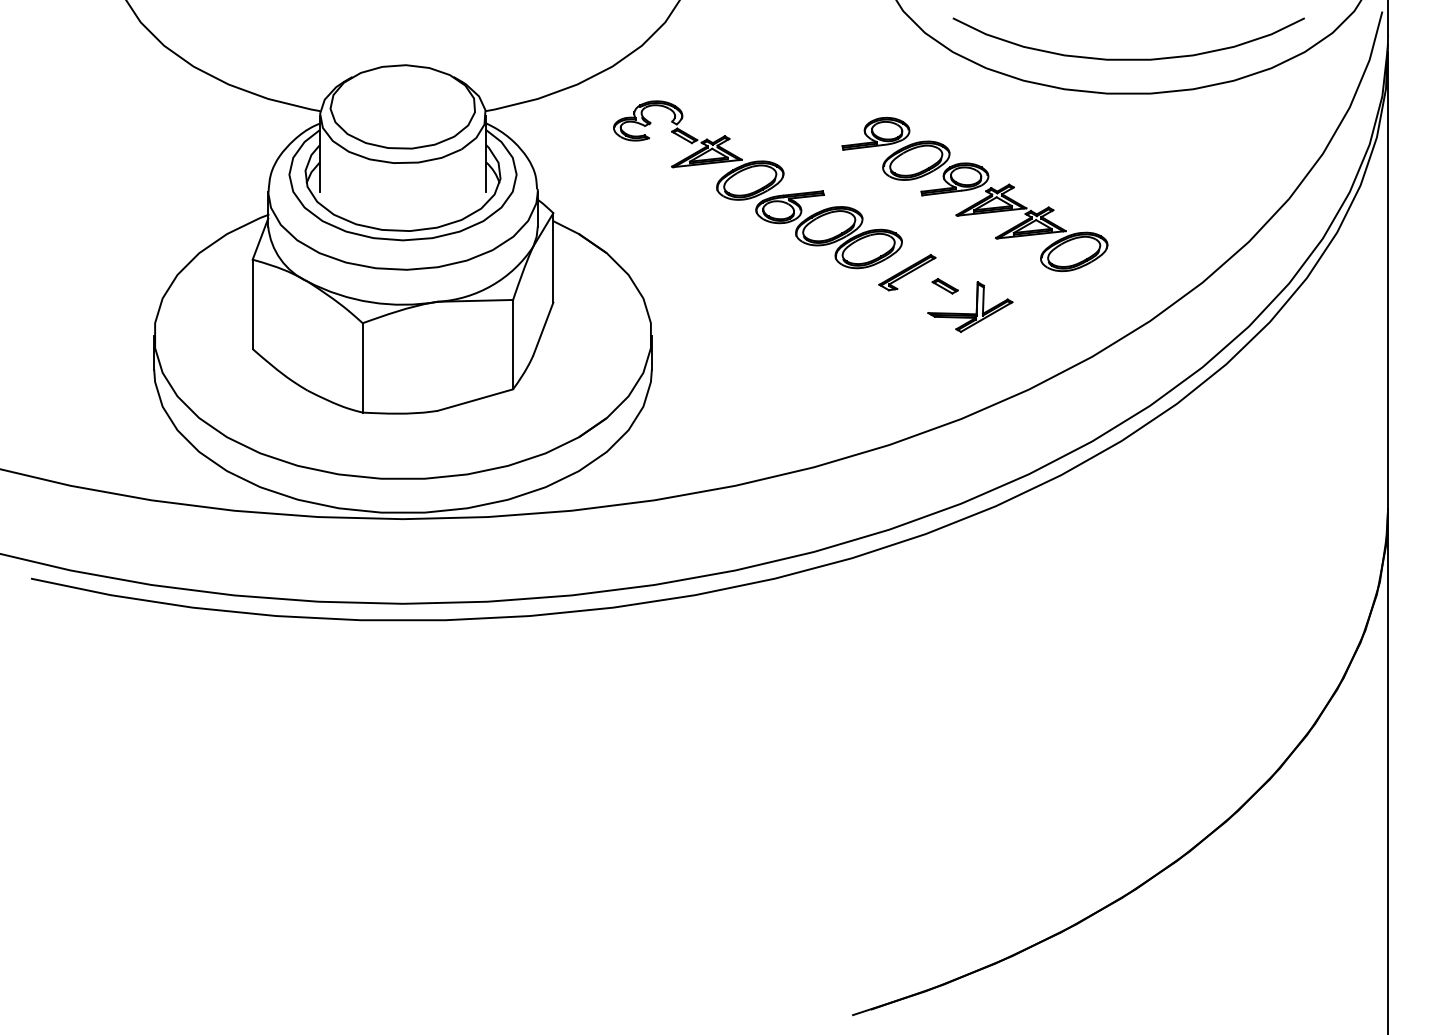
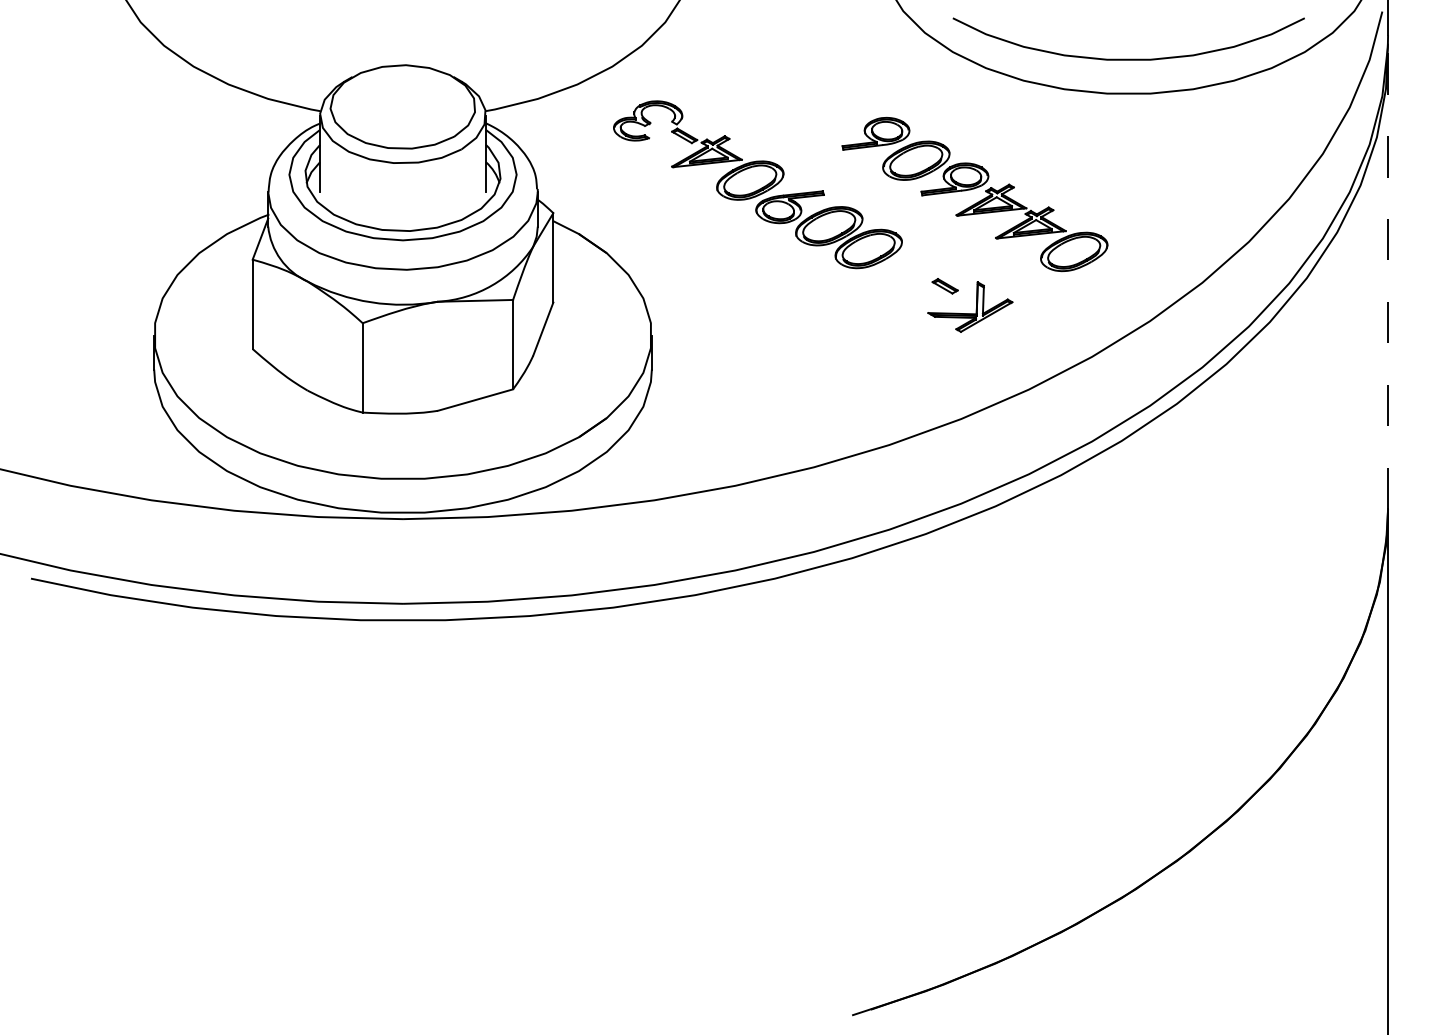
part at (907, 272): present -> none
line at (1388, 280): solid -> dashed
